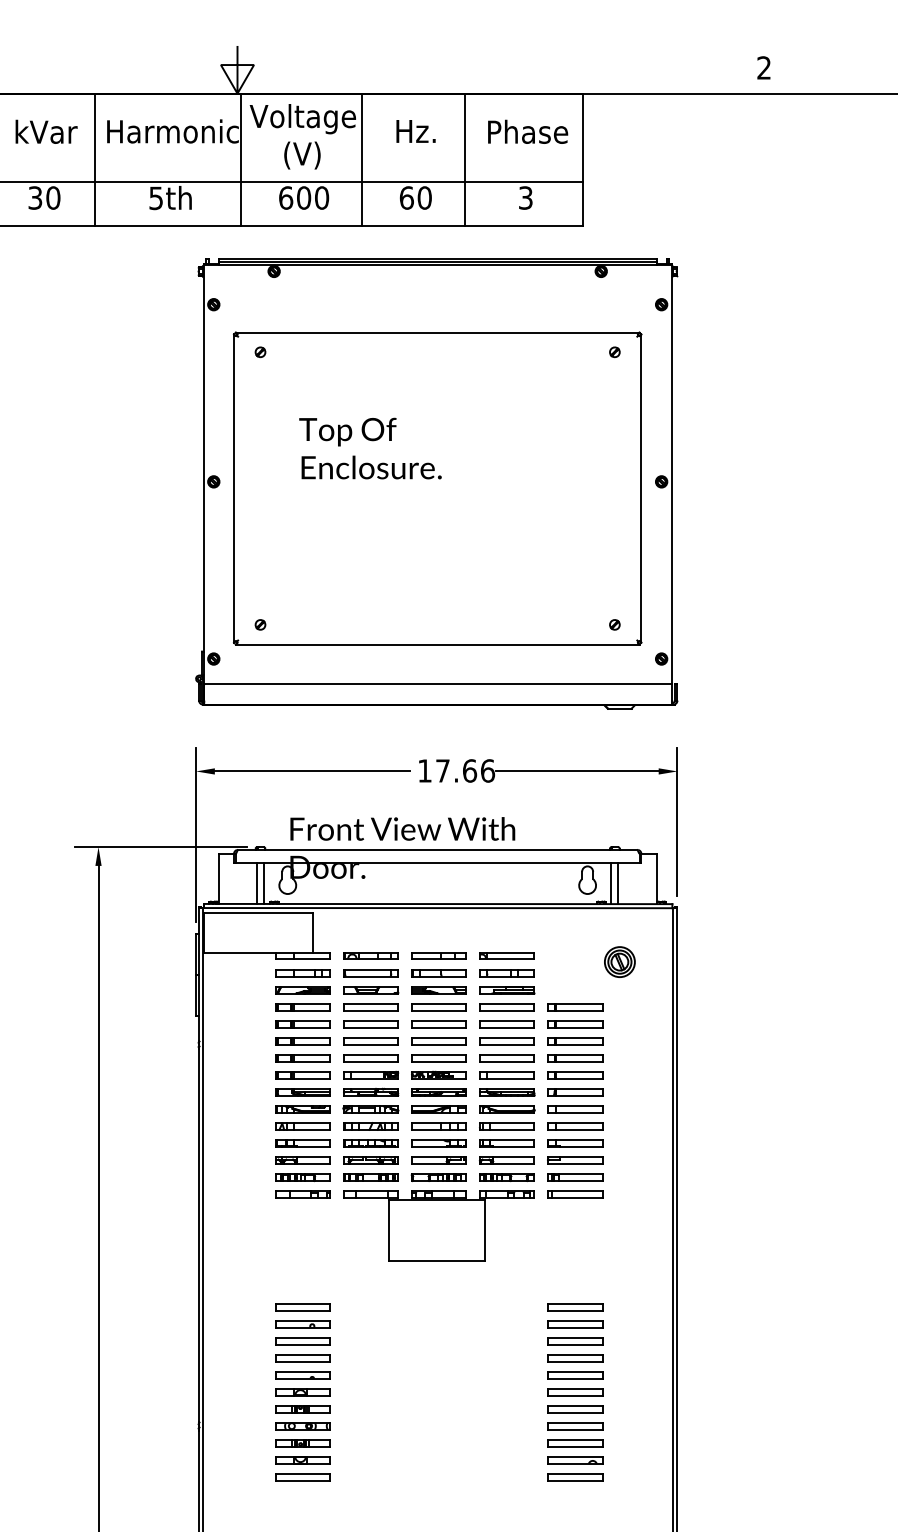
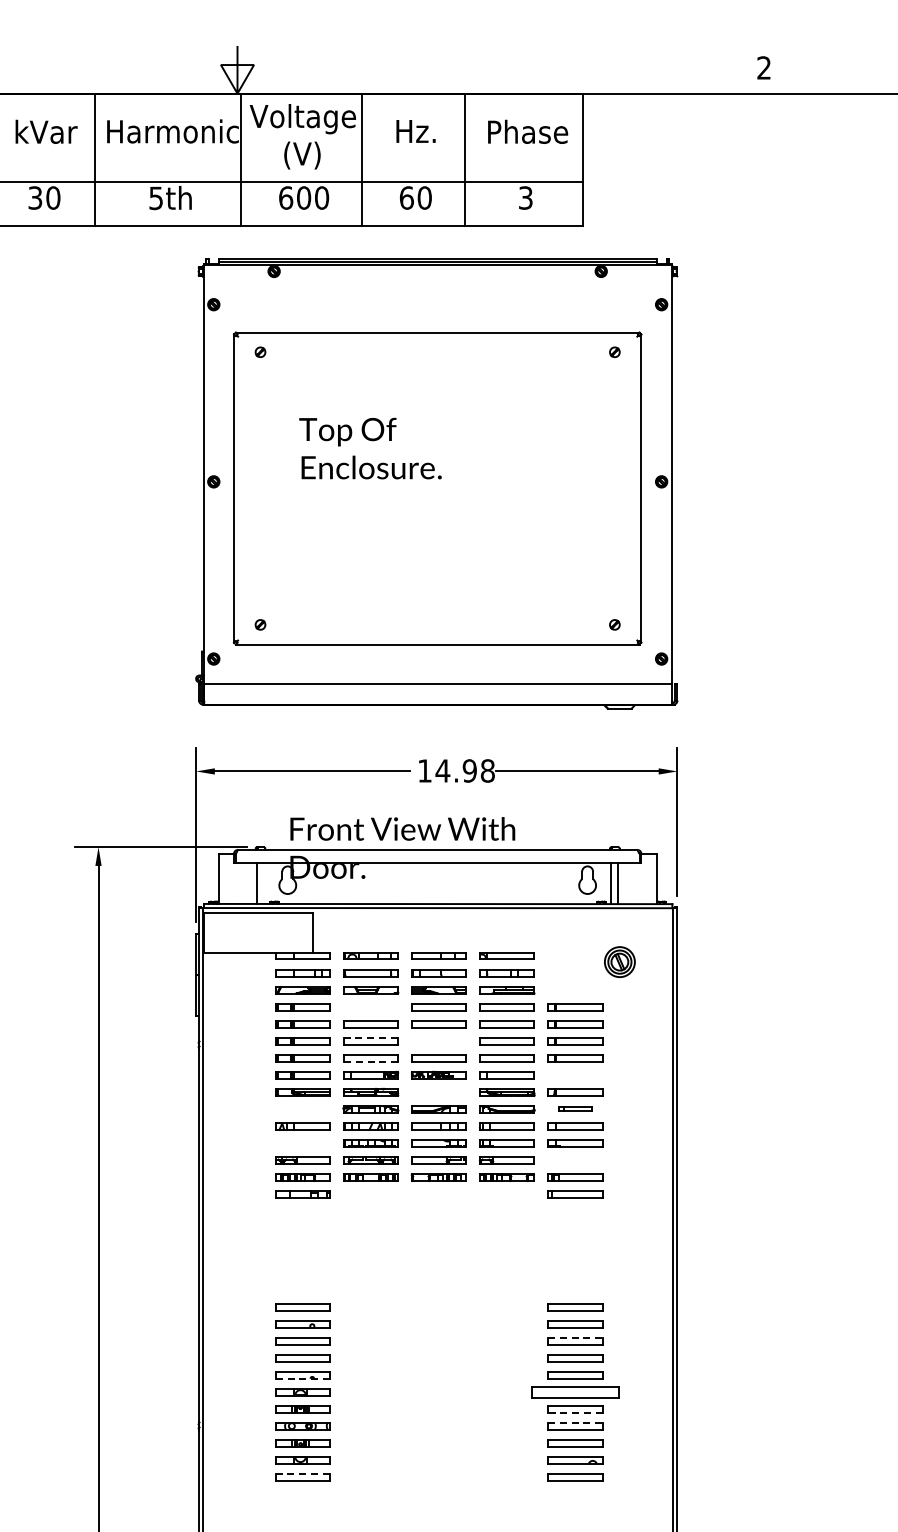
text at (465, 770): 17.66 -> 14.98
line at (263, 883): present -> none
part at (370, 1007): present -> none
line at (371, 1037): solid -> dashed
part at (438, 1041): present -> none
line at (370, 1061): solid -> dashed
part at (575, 1075): present -> none
part at (438, 1092): present -> none
part at (302, 1109): present -> none
part at (575, 1109) size: 57x9 px -> 35x6 px
part at (302, 1143): present -> none
part at (575, 1160): present -> none
part at (438, 1225): present -> none
line at (575, 1337): solid -> dashed
line at (302, 1378): solid -> dashed
part at (575, 1392) size: 57x9 px -> 89x13 px
line at (574, 1412): solid -> dashed
line at (575, 1423): solid -> dashed
line at (303, 1474): solid -> dashed
